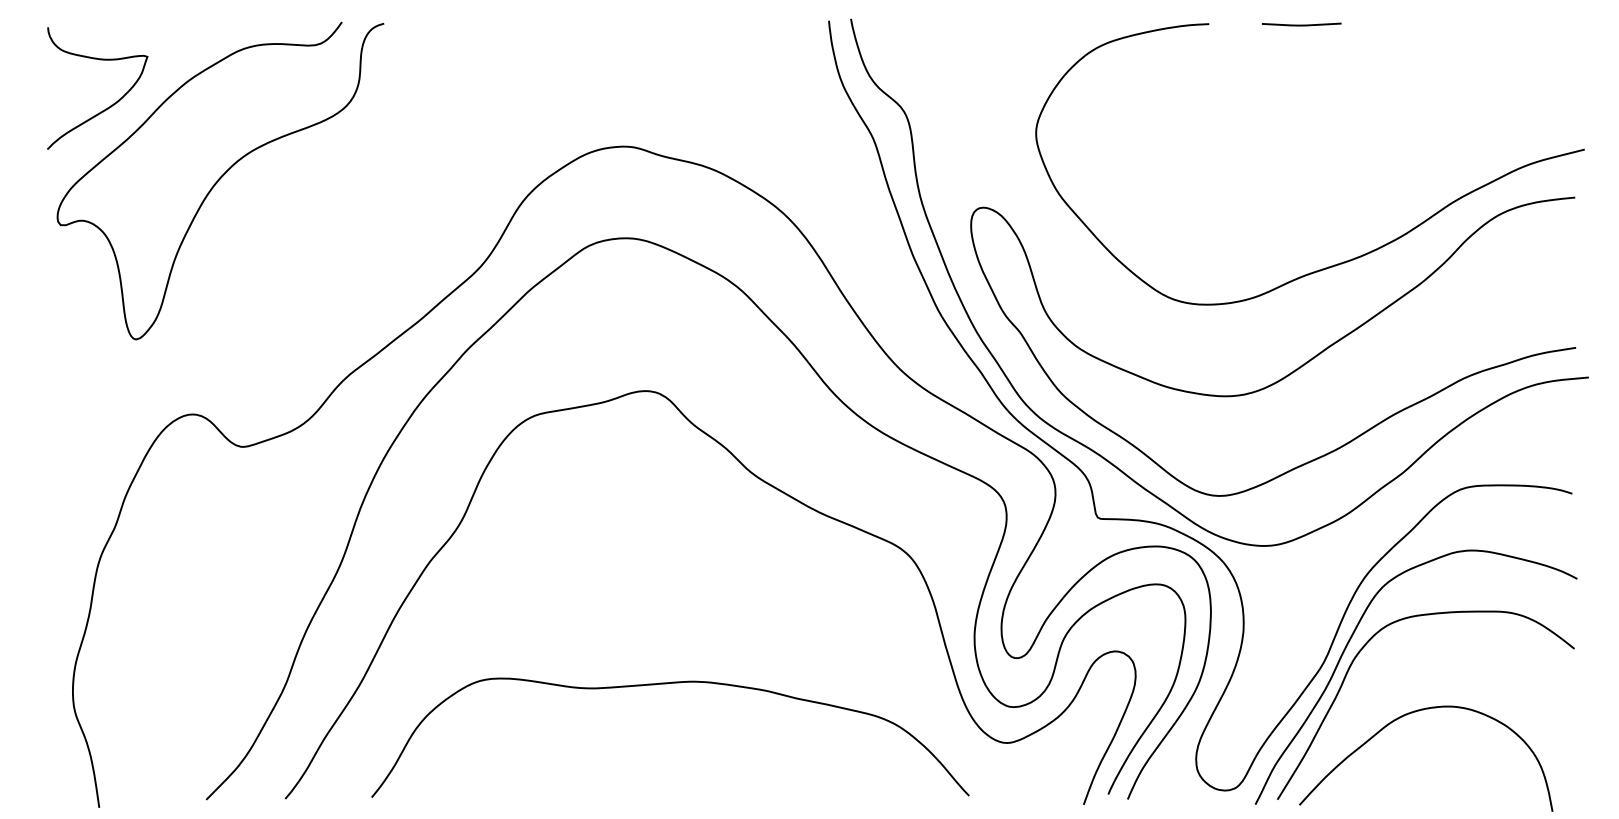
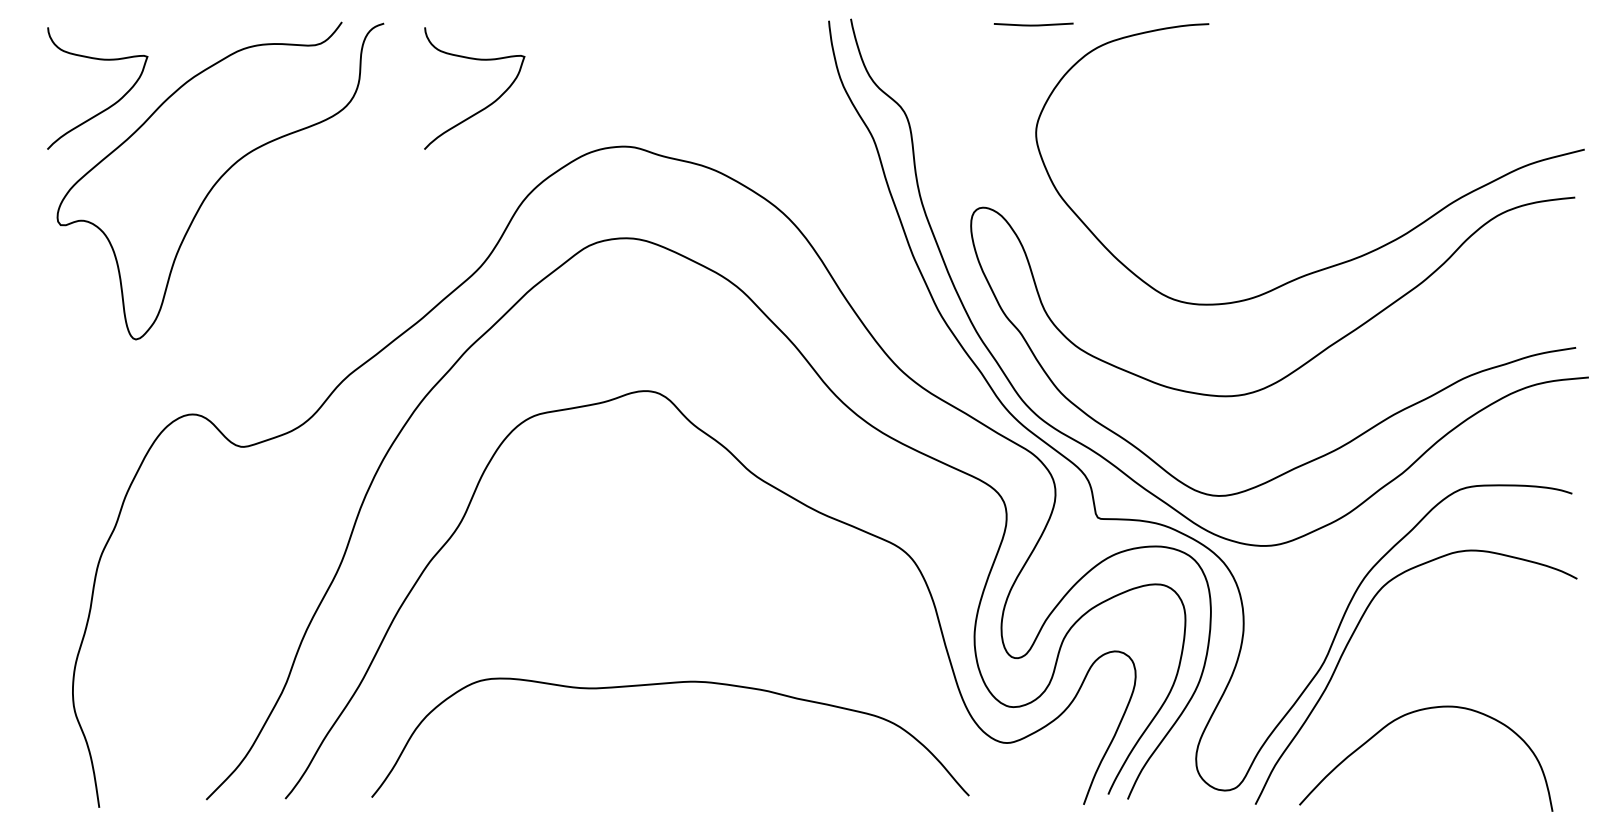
line at (1301, 24) position: (1301, 24) -> (1033, 24)
curve at (487, 105): none -> present
curve at (1351, 666): present -> none
